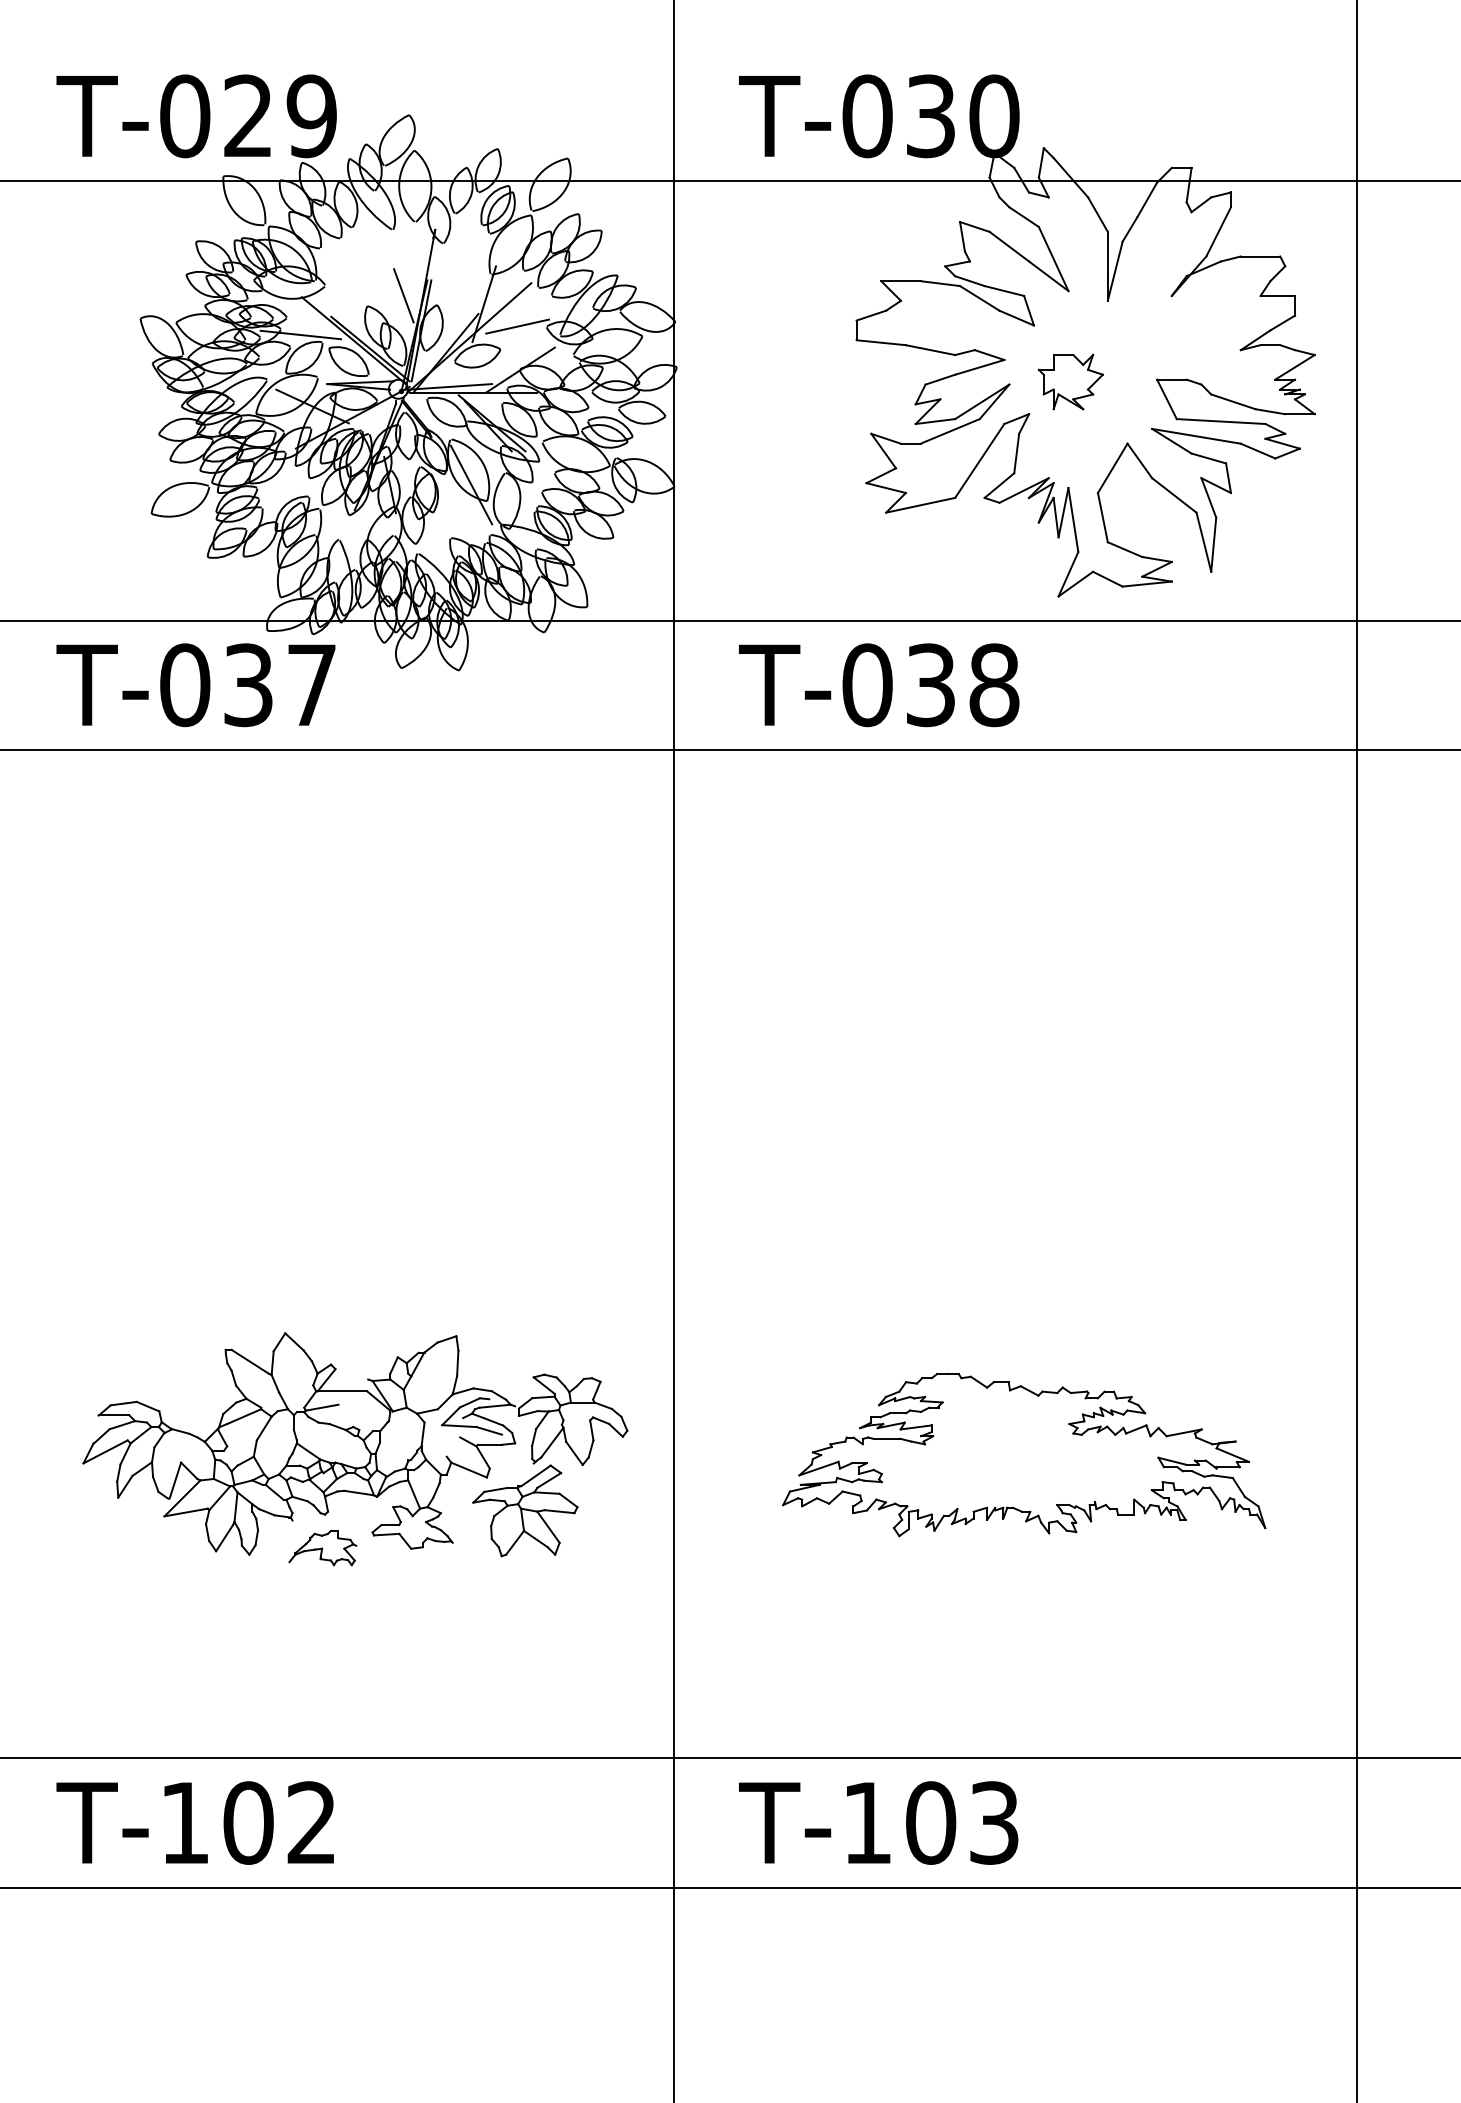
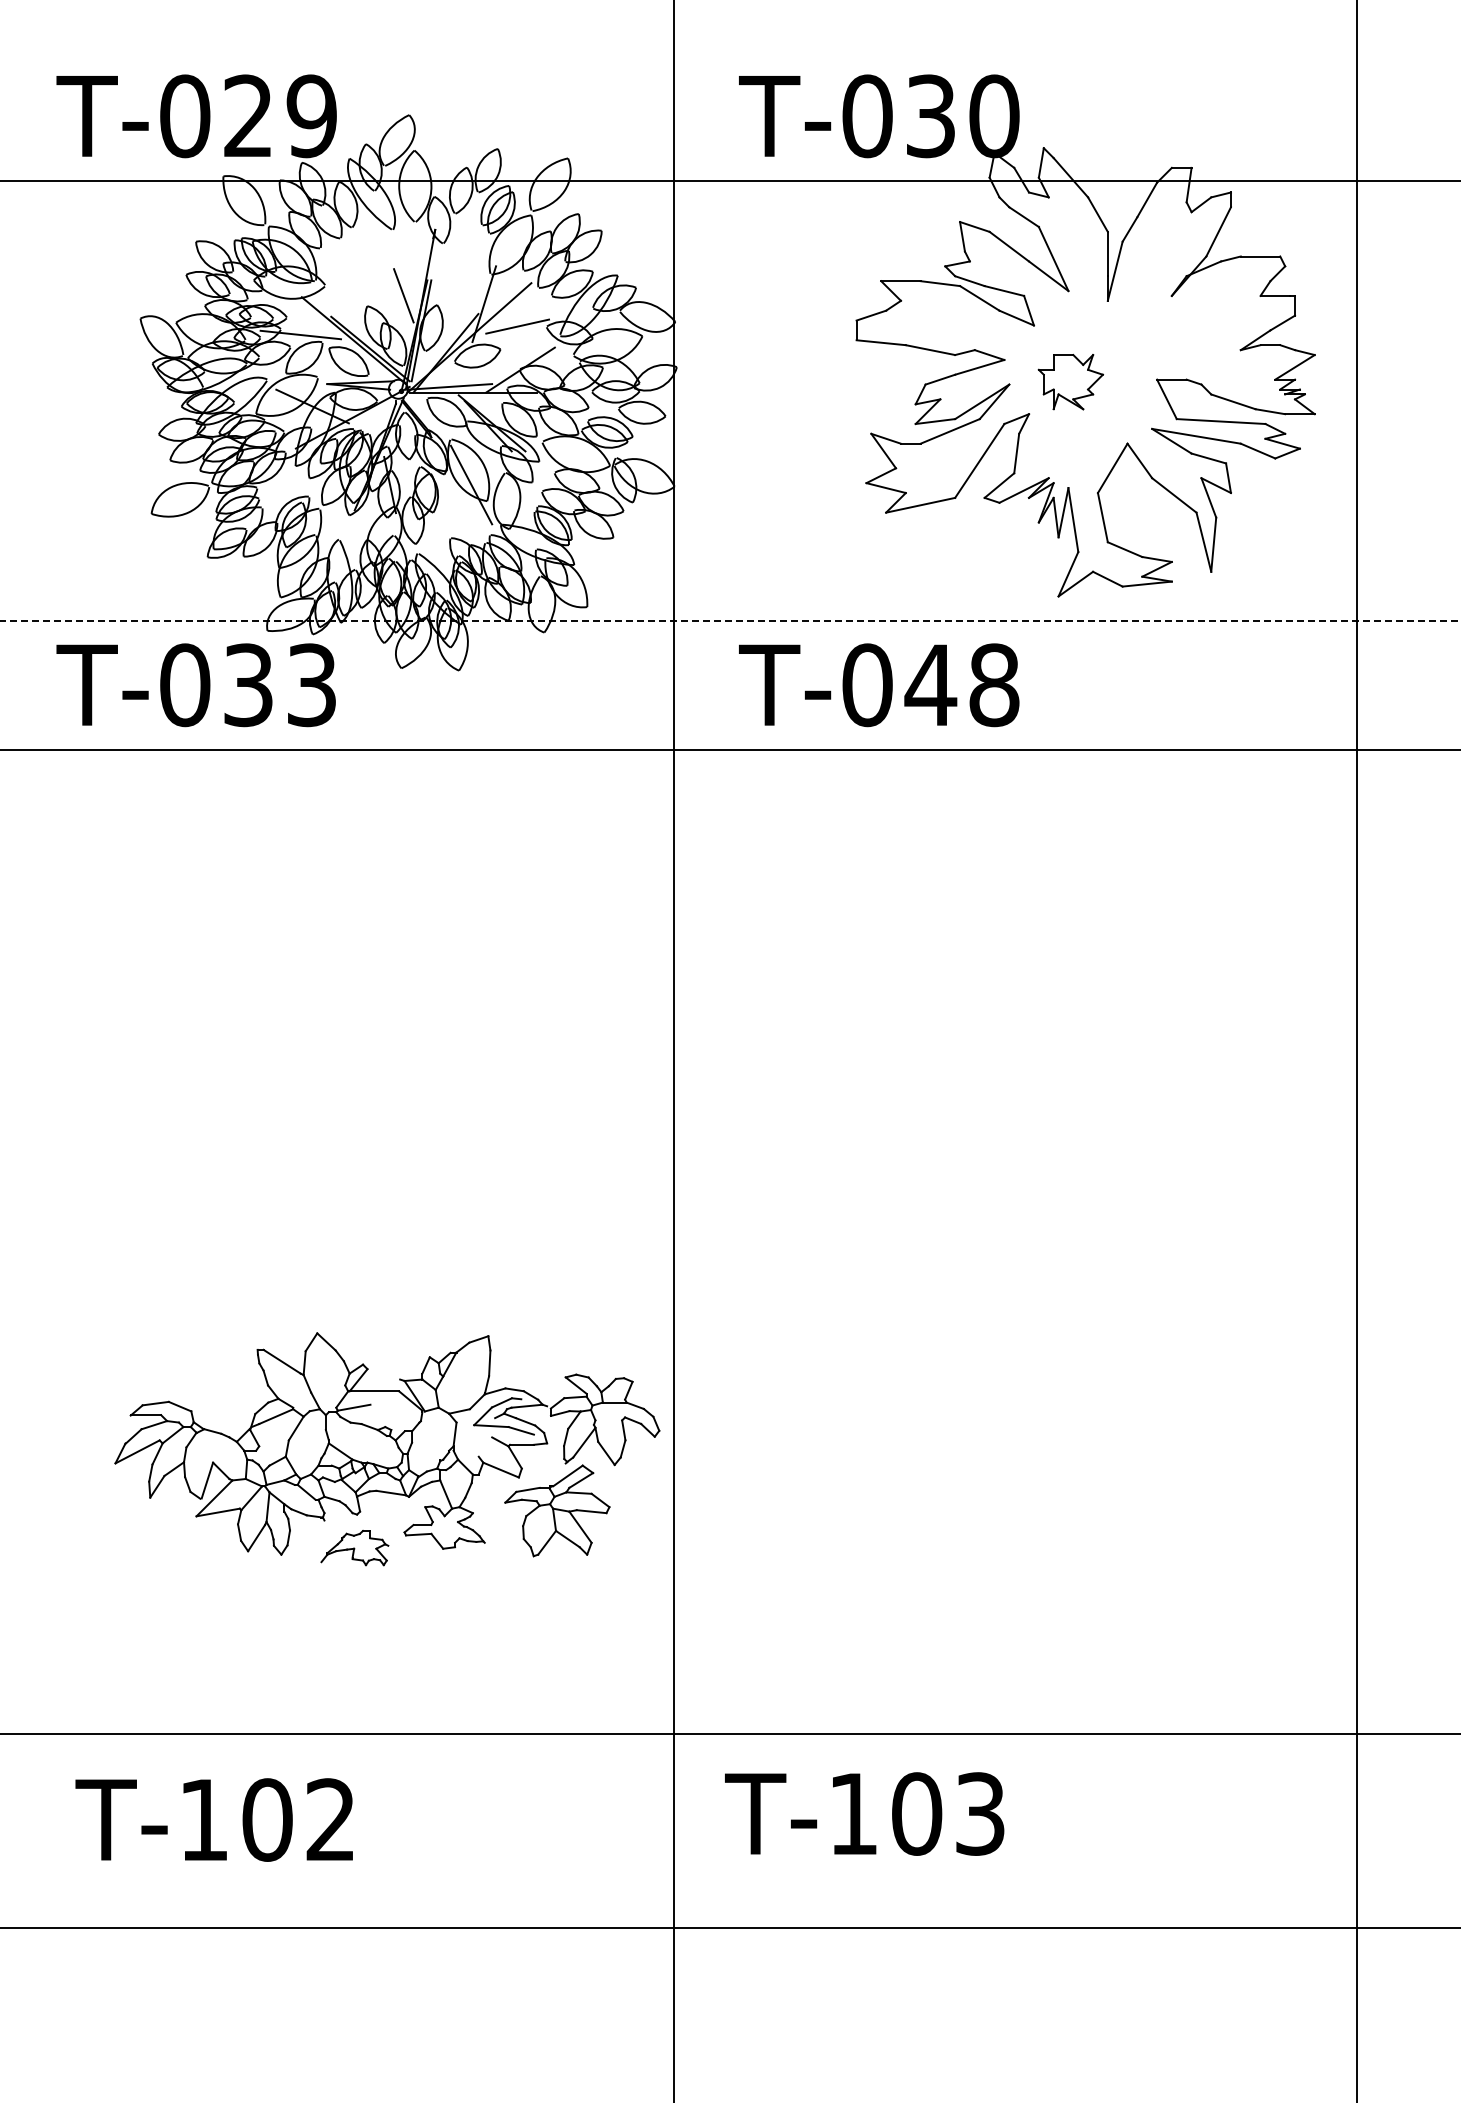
line at (730, 620): solid -> dashed
text at (311, 685): T-037 -> T-033
text at (930, 685): T-038 -> T-048
part at (355, 1449) position: (355, 1449) -> (387, 1449)
part at (1024, 1455): present -> none
line at (729, 1758) position: (729, 1758) -> (729, 1734)
text at (194, 1822) position: (194, 1822) -> (213, 1819)
text at (878, 1822) position: (878, 1822) -> (864, 1813)
line at (729, 1887) position: (729, 1887) -> (729, 1927)
